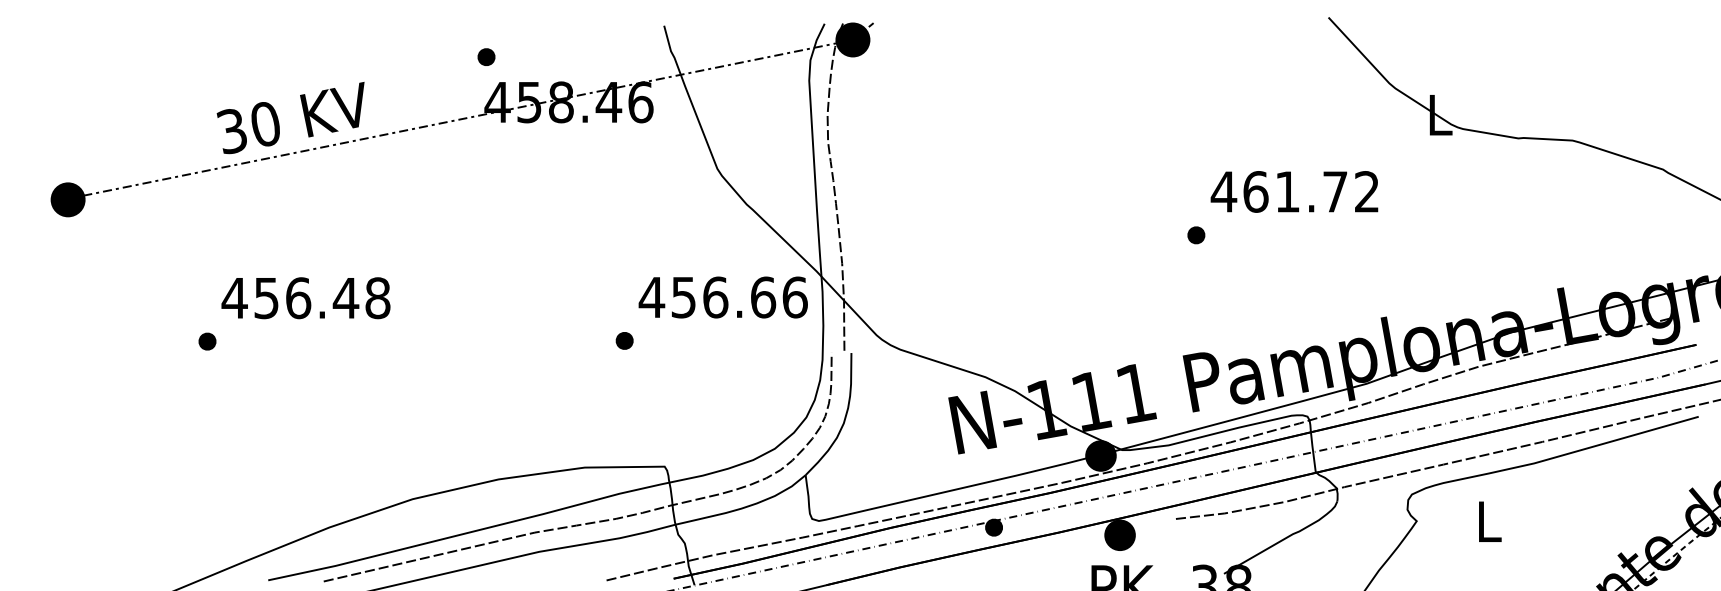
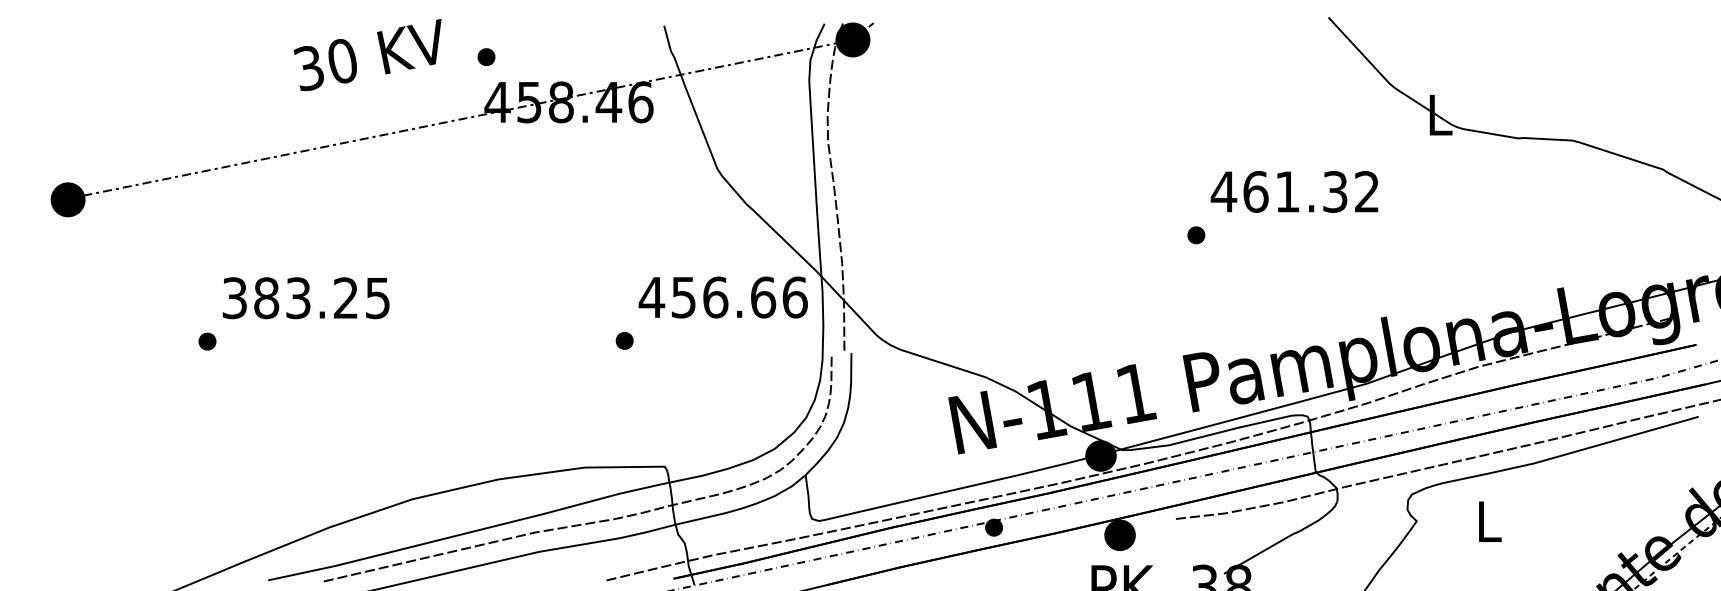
text at (290, 118) position: (290, 118) -> (367, 55)
text at (1335, 191): 461.72 -> 461.32
text at (305, 298): 456.48 -> 383.25
